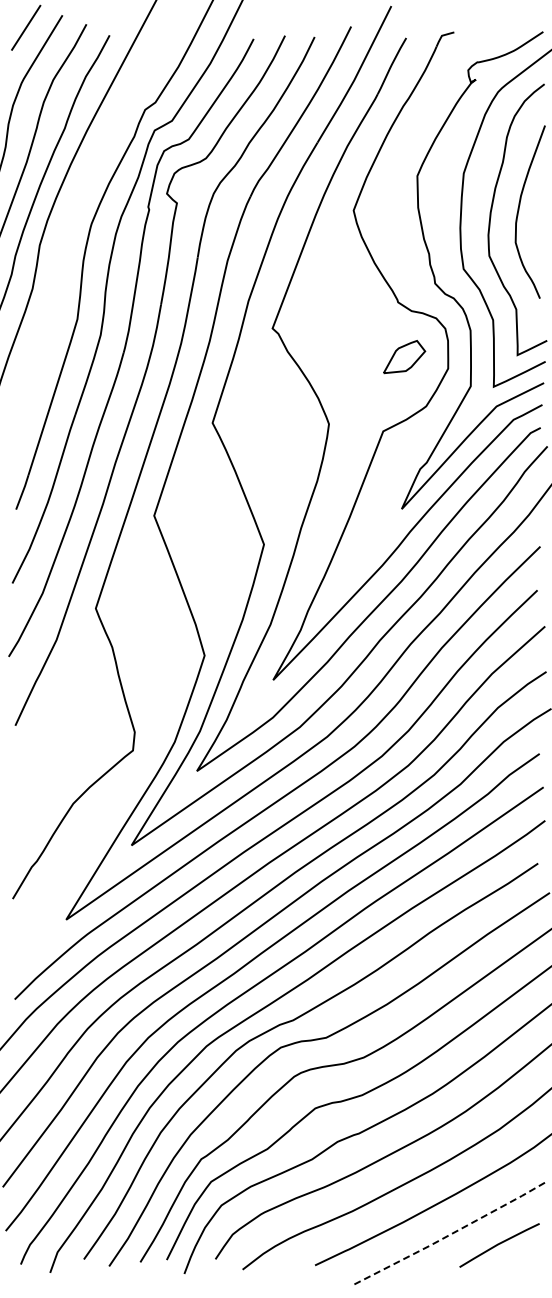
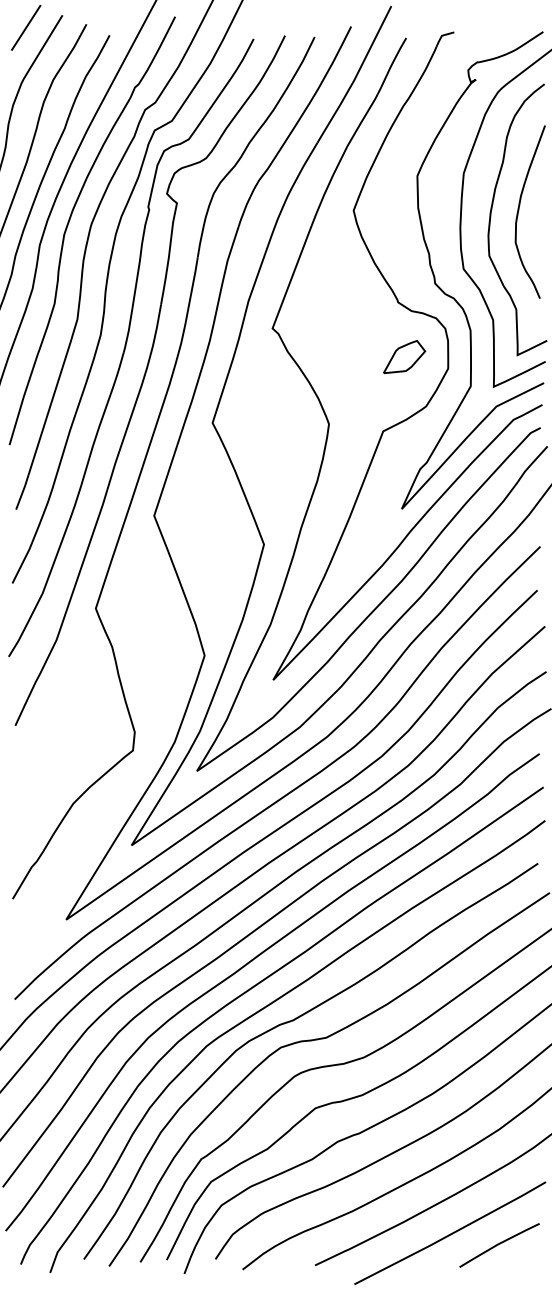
curve at (69, 223): none -> present
line at (451, 1234): dashed -> solid
